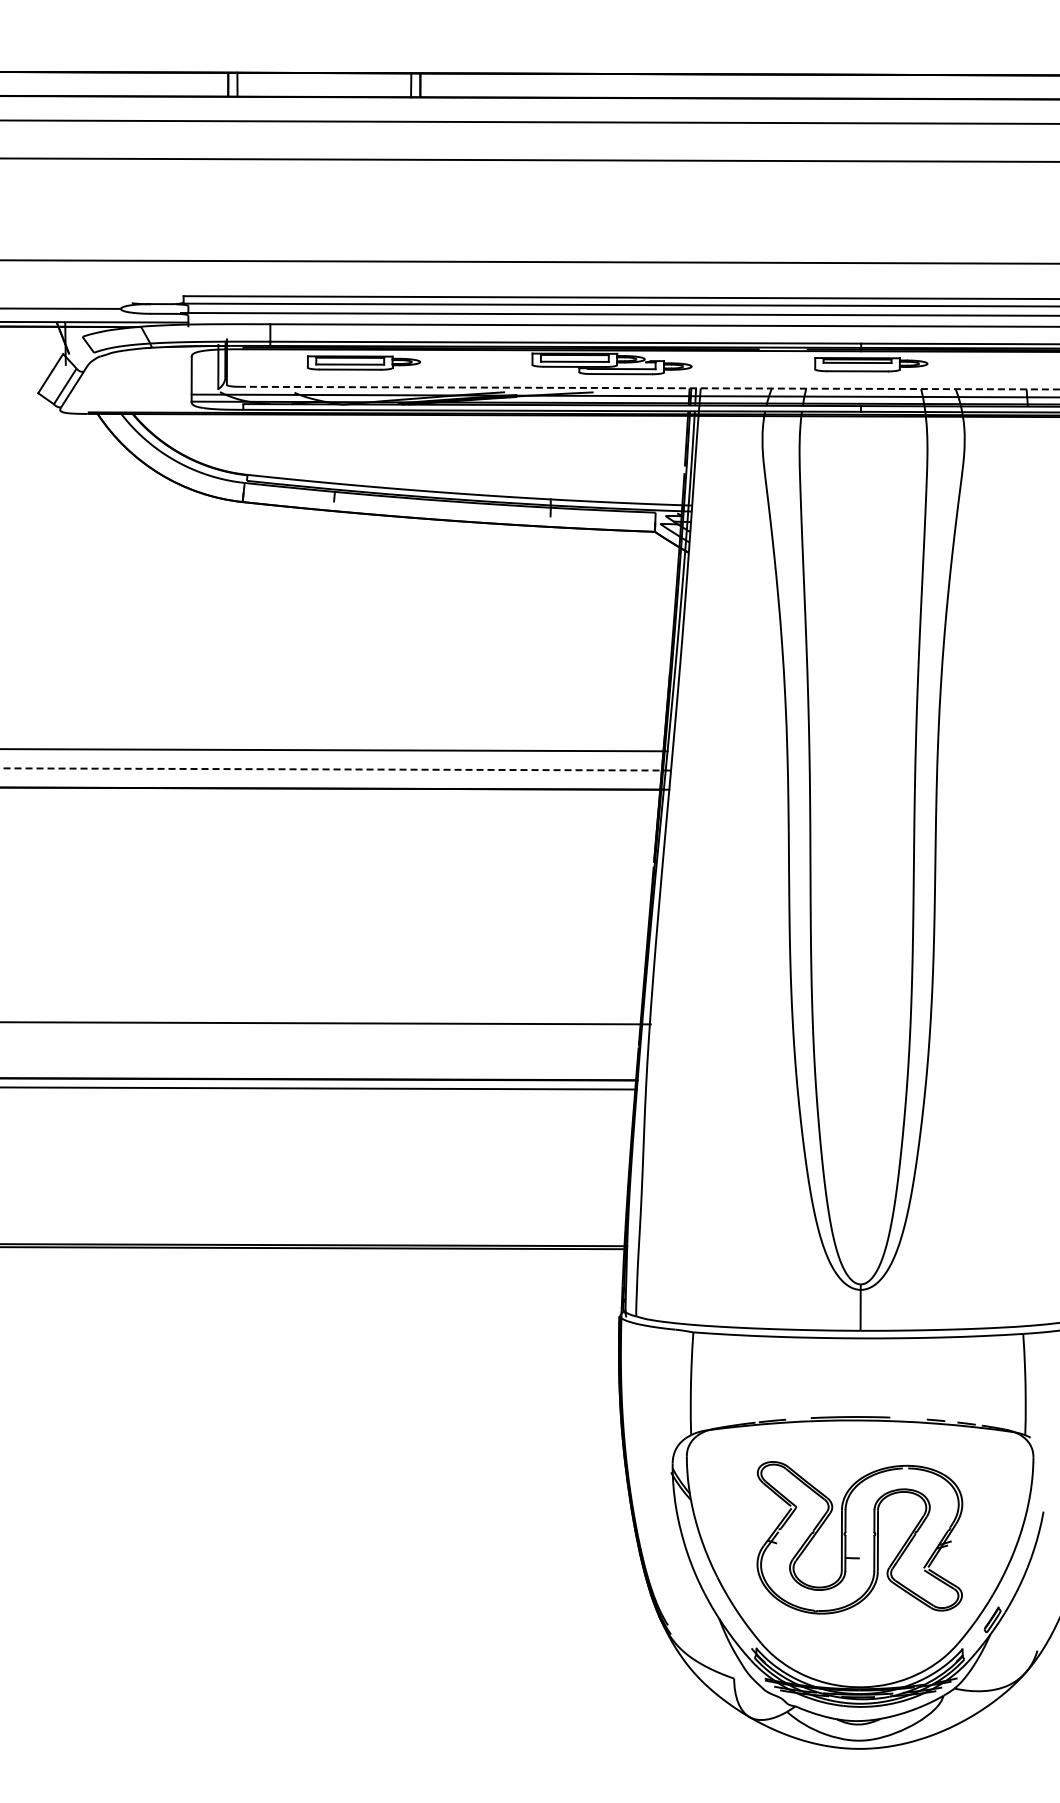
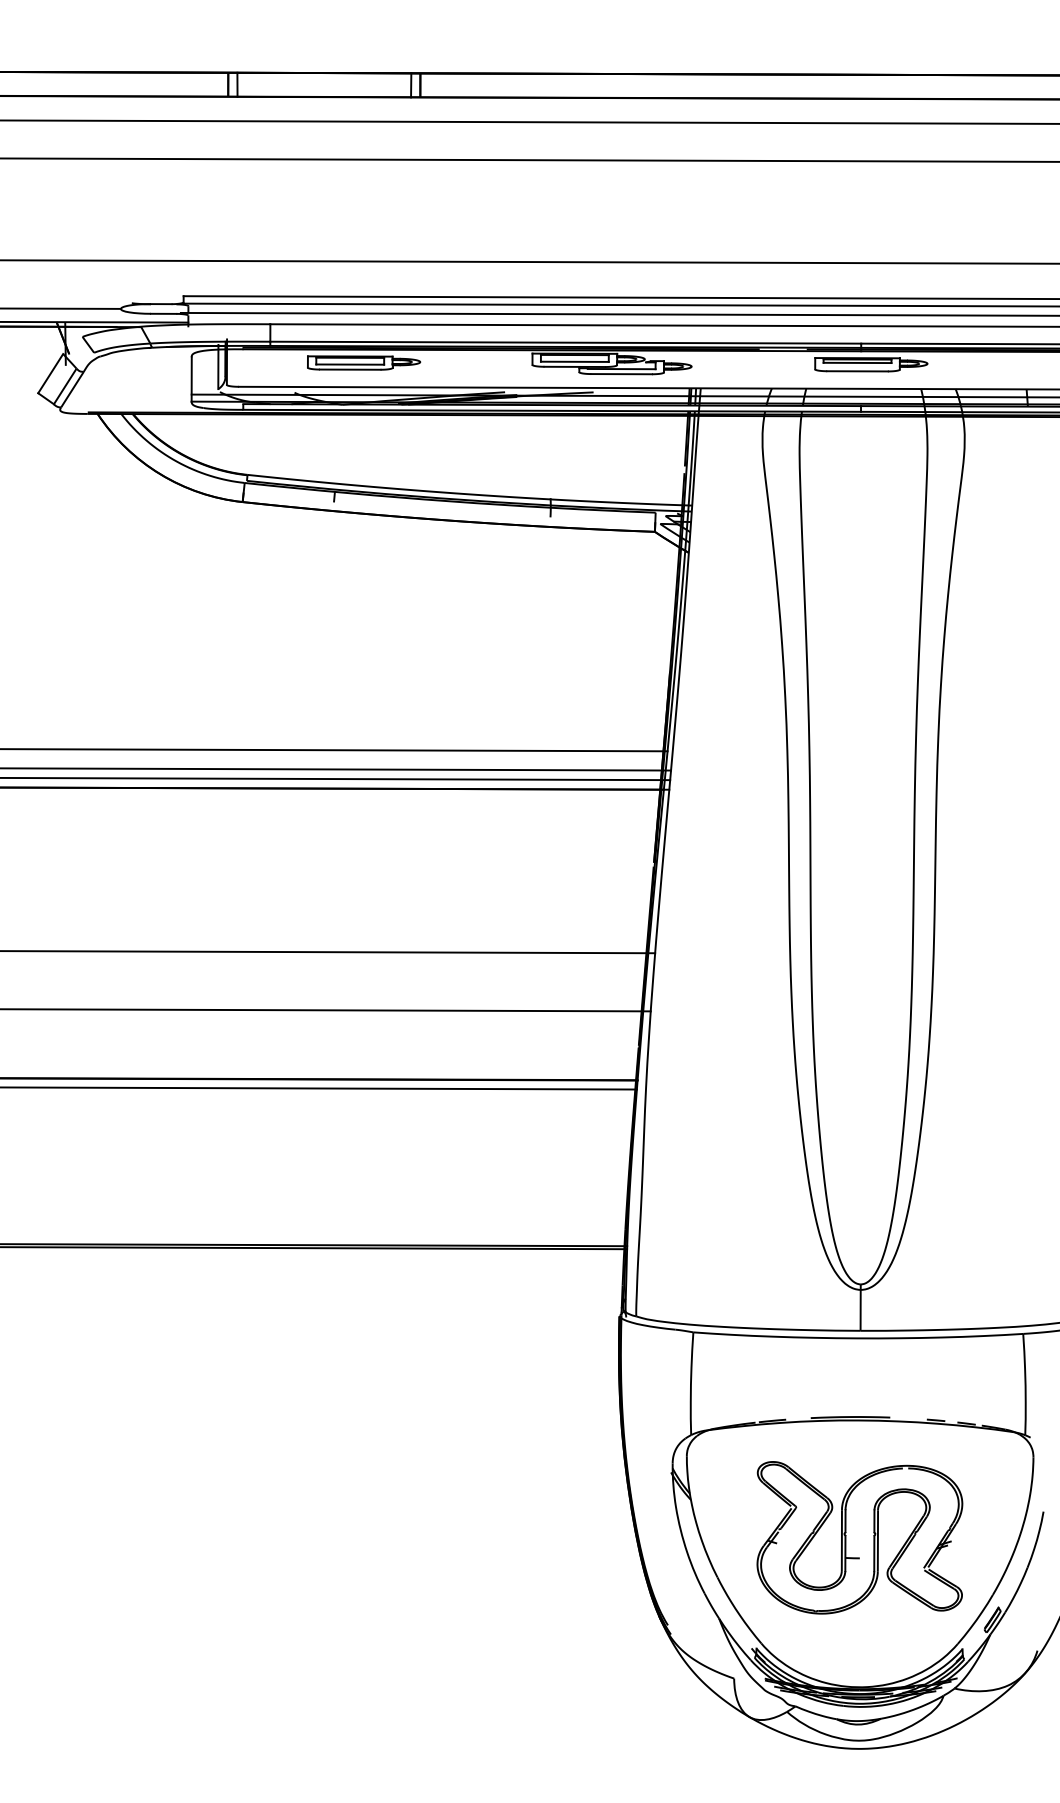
line at (649, 388): dashed -> solid
line at (336, 769): dashed -> solid
line at (336, 778): none -> present
line at (328, 952): none -> present
line at (326, 1023) position: (326, 1023) -> (326, 1010)
